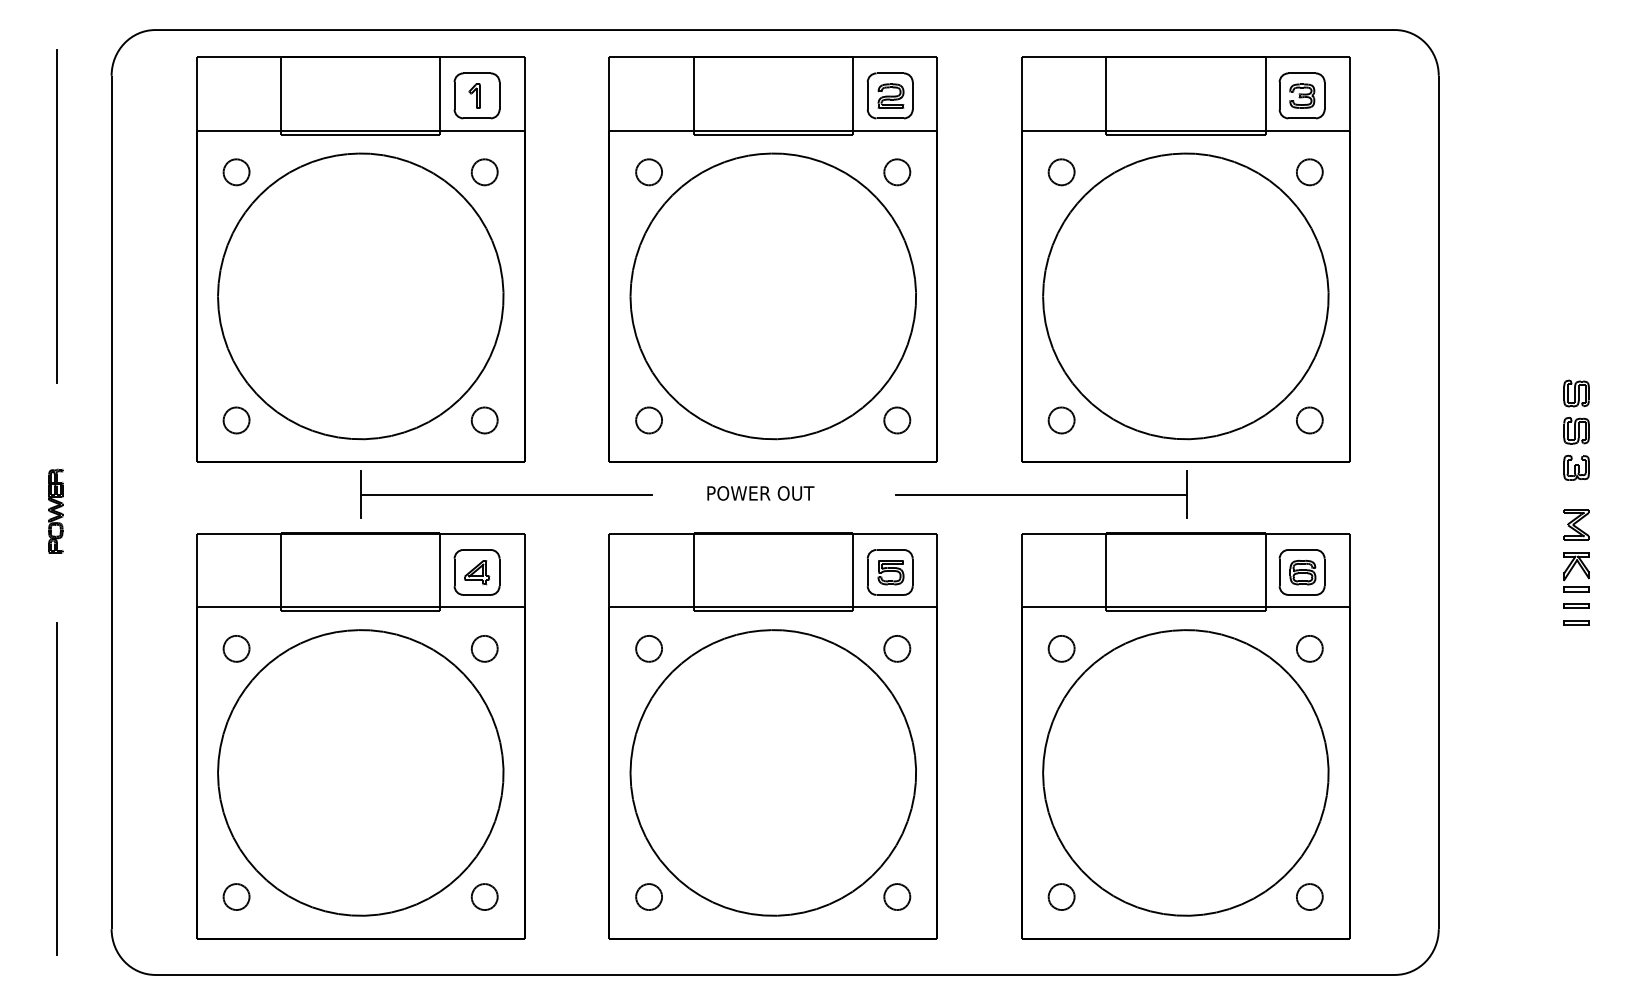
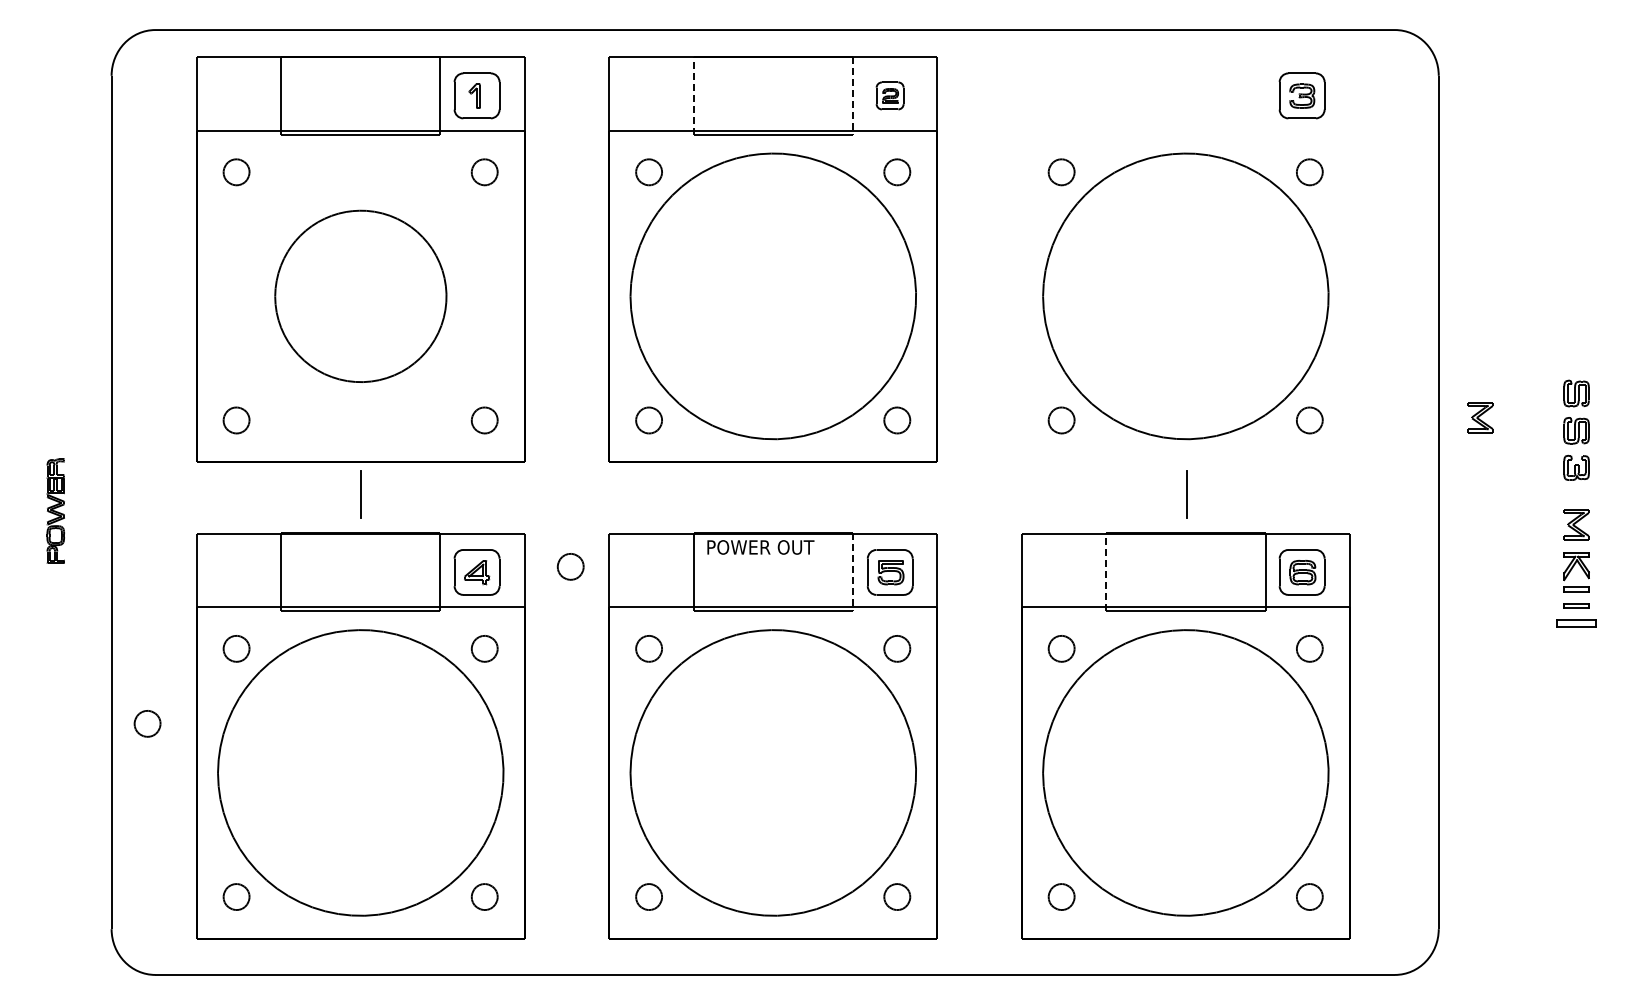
line at (693, 95): solid -> dashed
line at (853, 95): solid -> dashed
part at (889, 95) size: 48x48 px -> 30x30 px
line at (57, 216): present -> none
part at (1185, 259): present -> none
part at (360, 296) size: 288x289 px -> 174x174 px
part at (1480, 417): none -> present
text at (760, 493) position: (760, 493) -> (760, 547)
line at (506, 494): present -> none
line at (1041, 494): present -> none
part at (55, 510) size: 16x86 px -> 19x106 px
part at (570, 566): none -> present
line at (853, 572): solid -> dashed
line at (1106, 572): solid -> dashed
part at (1576, 622) size: 27x6 px -> 41x9 px
part at (147, 723): none -> present
line at (57, 789): present -> none
